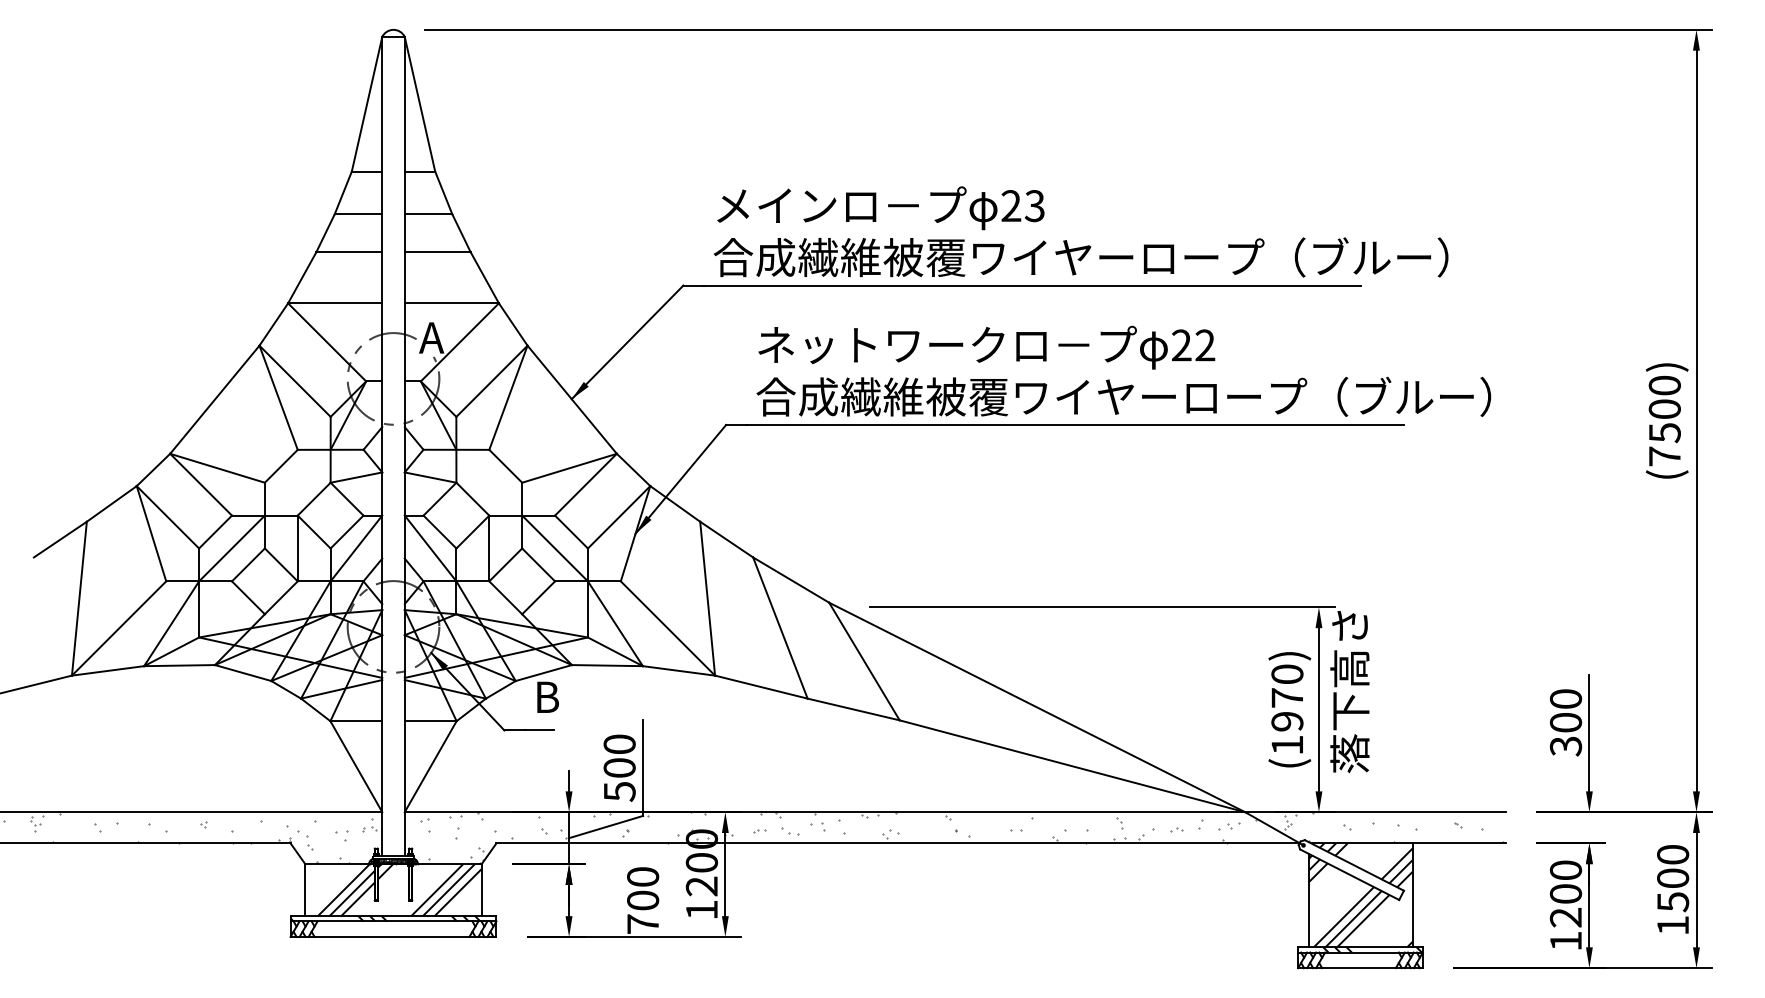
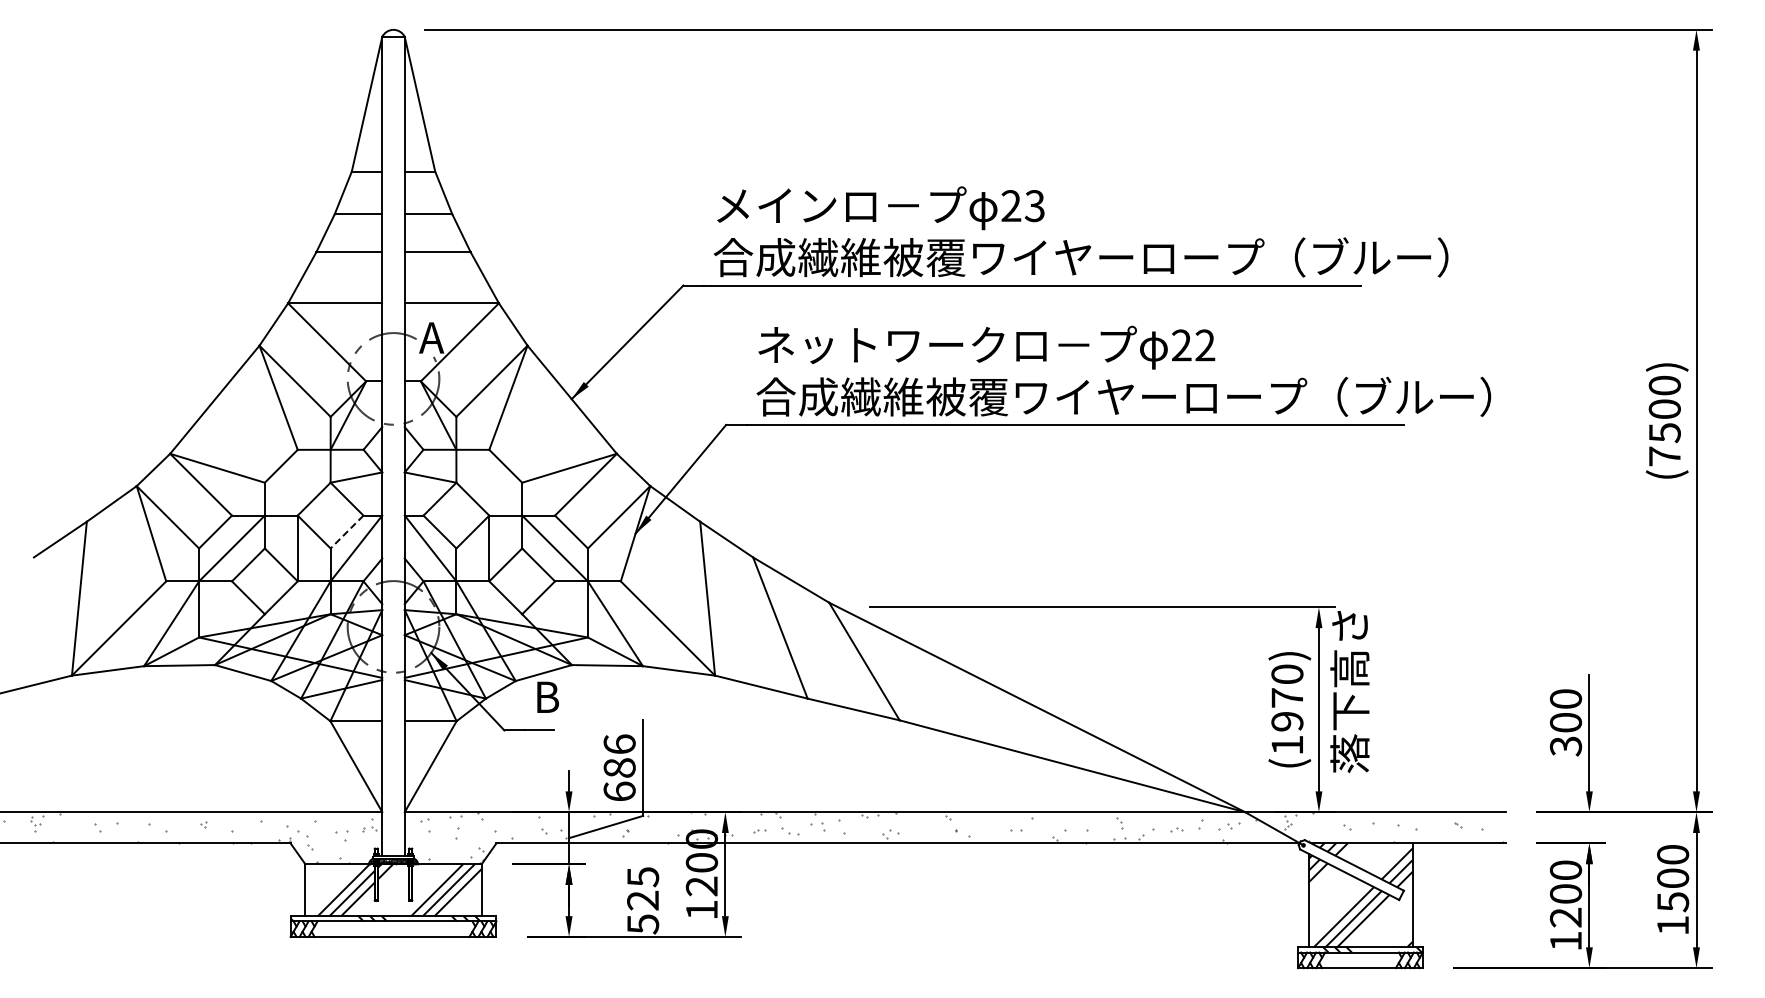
line at (346, 532): solid -> dashed
text at (619, 767): 500 -> 686
text at (643, 900): 700 -> 525
